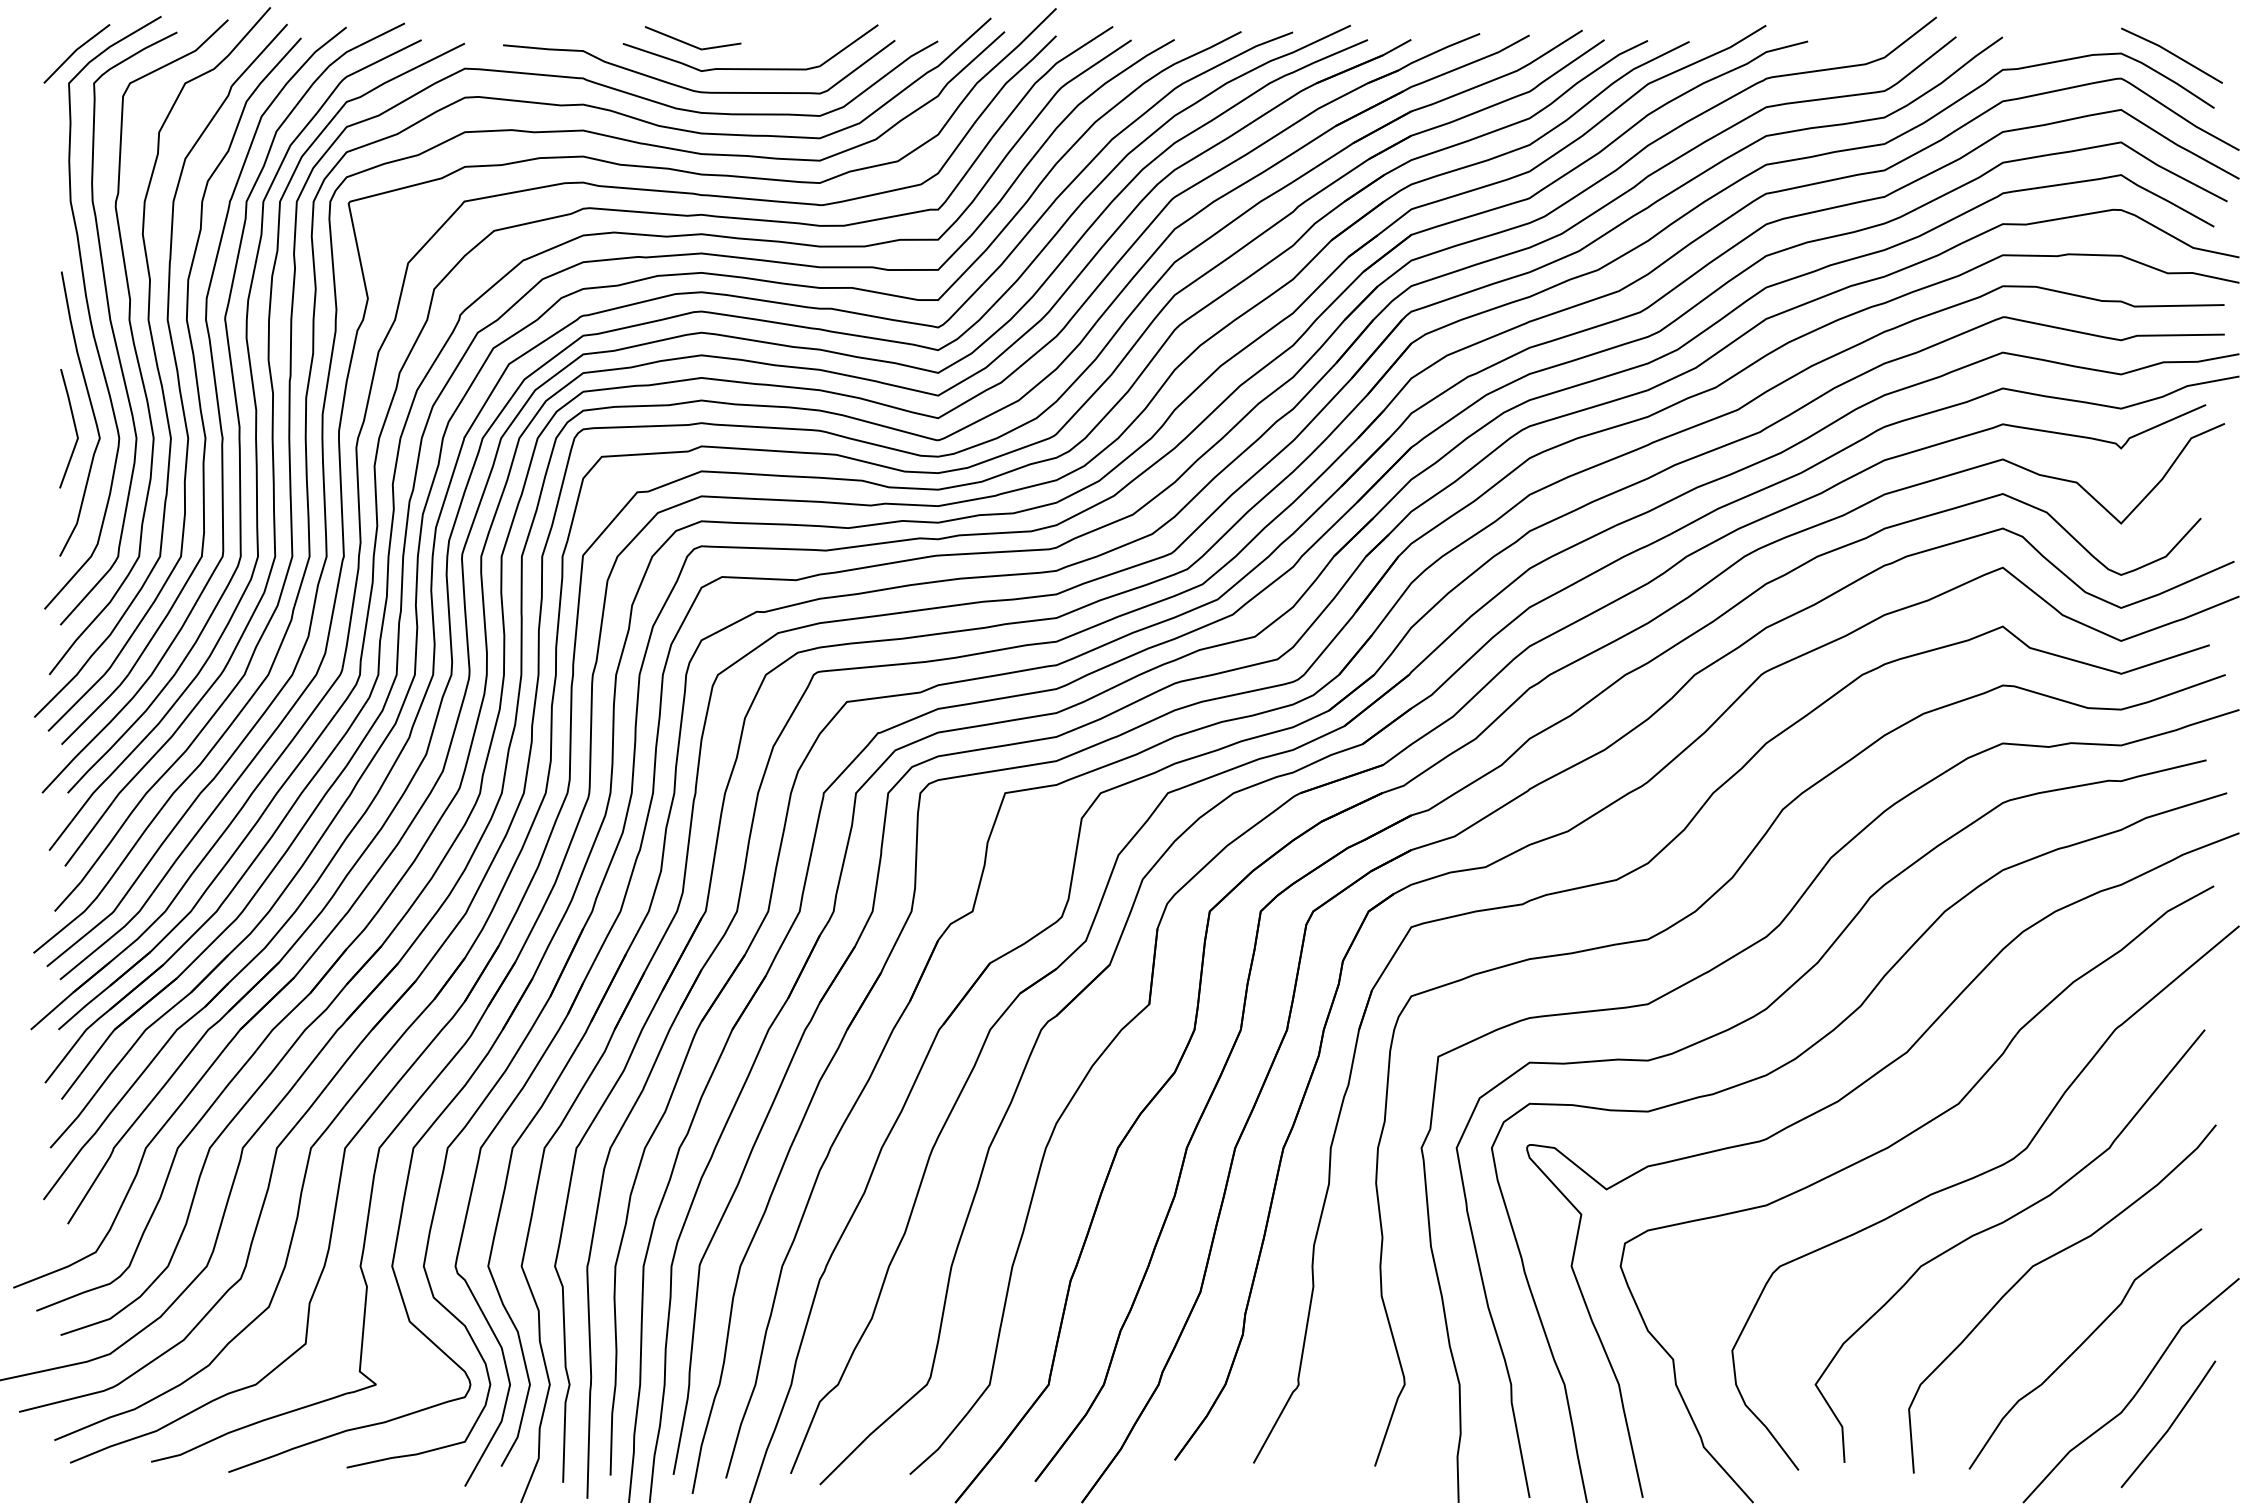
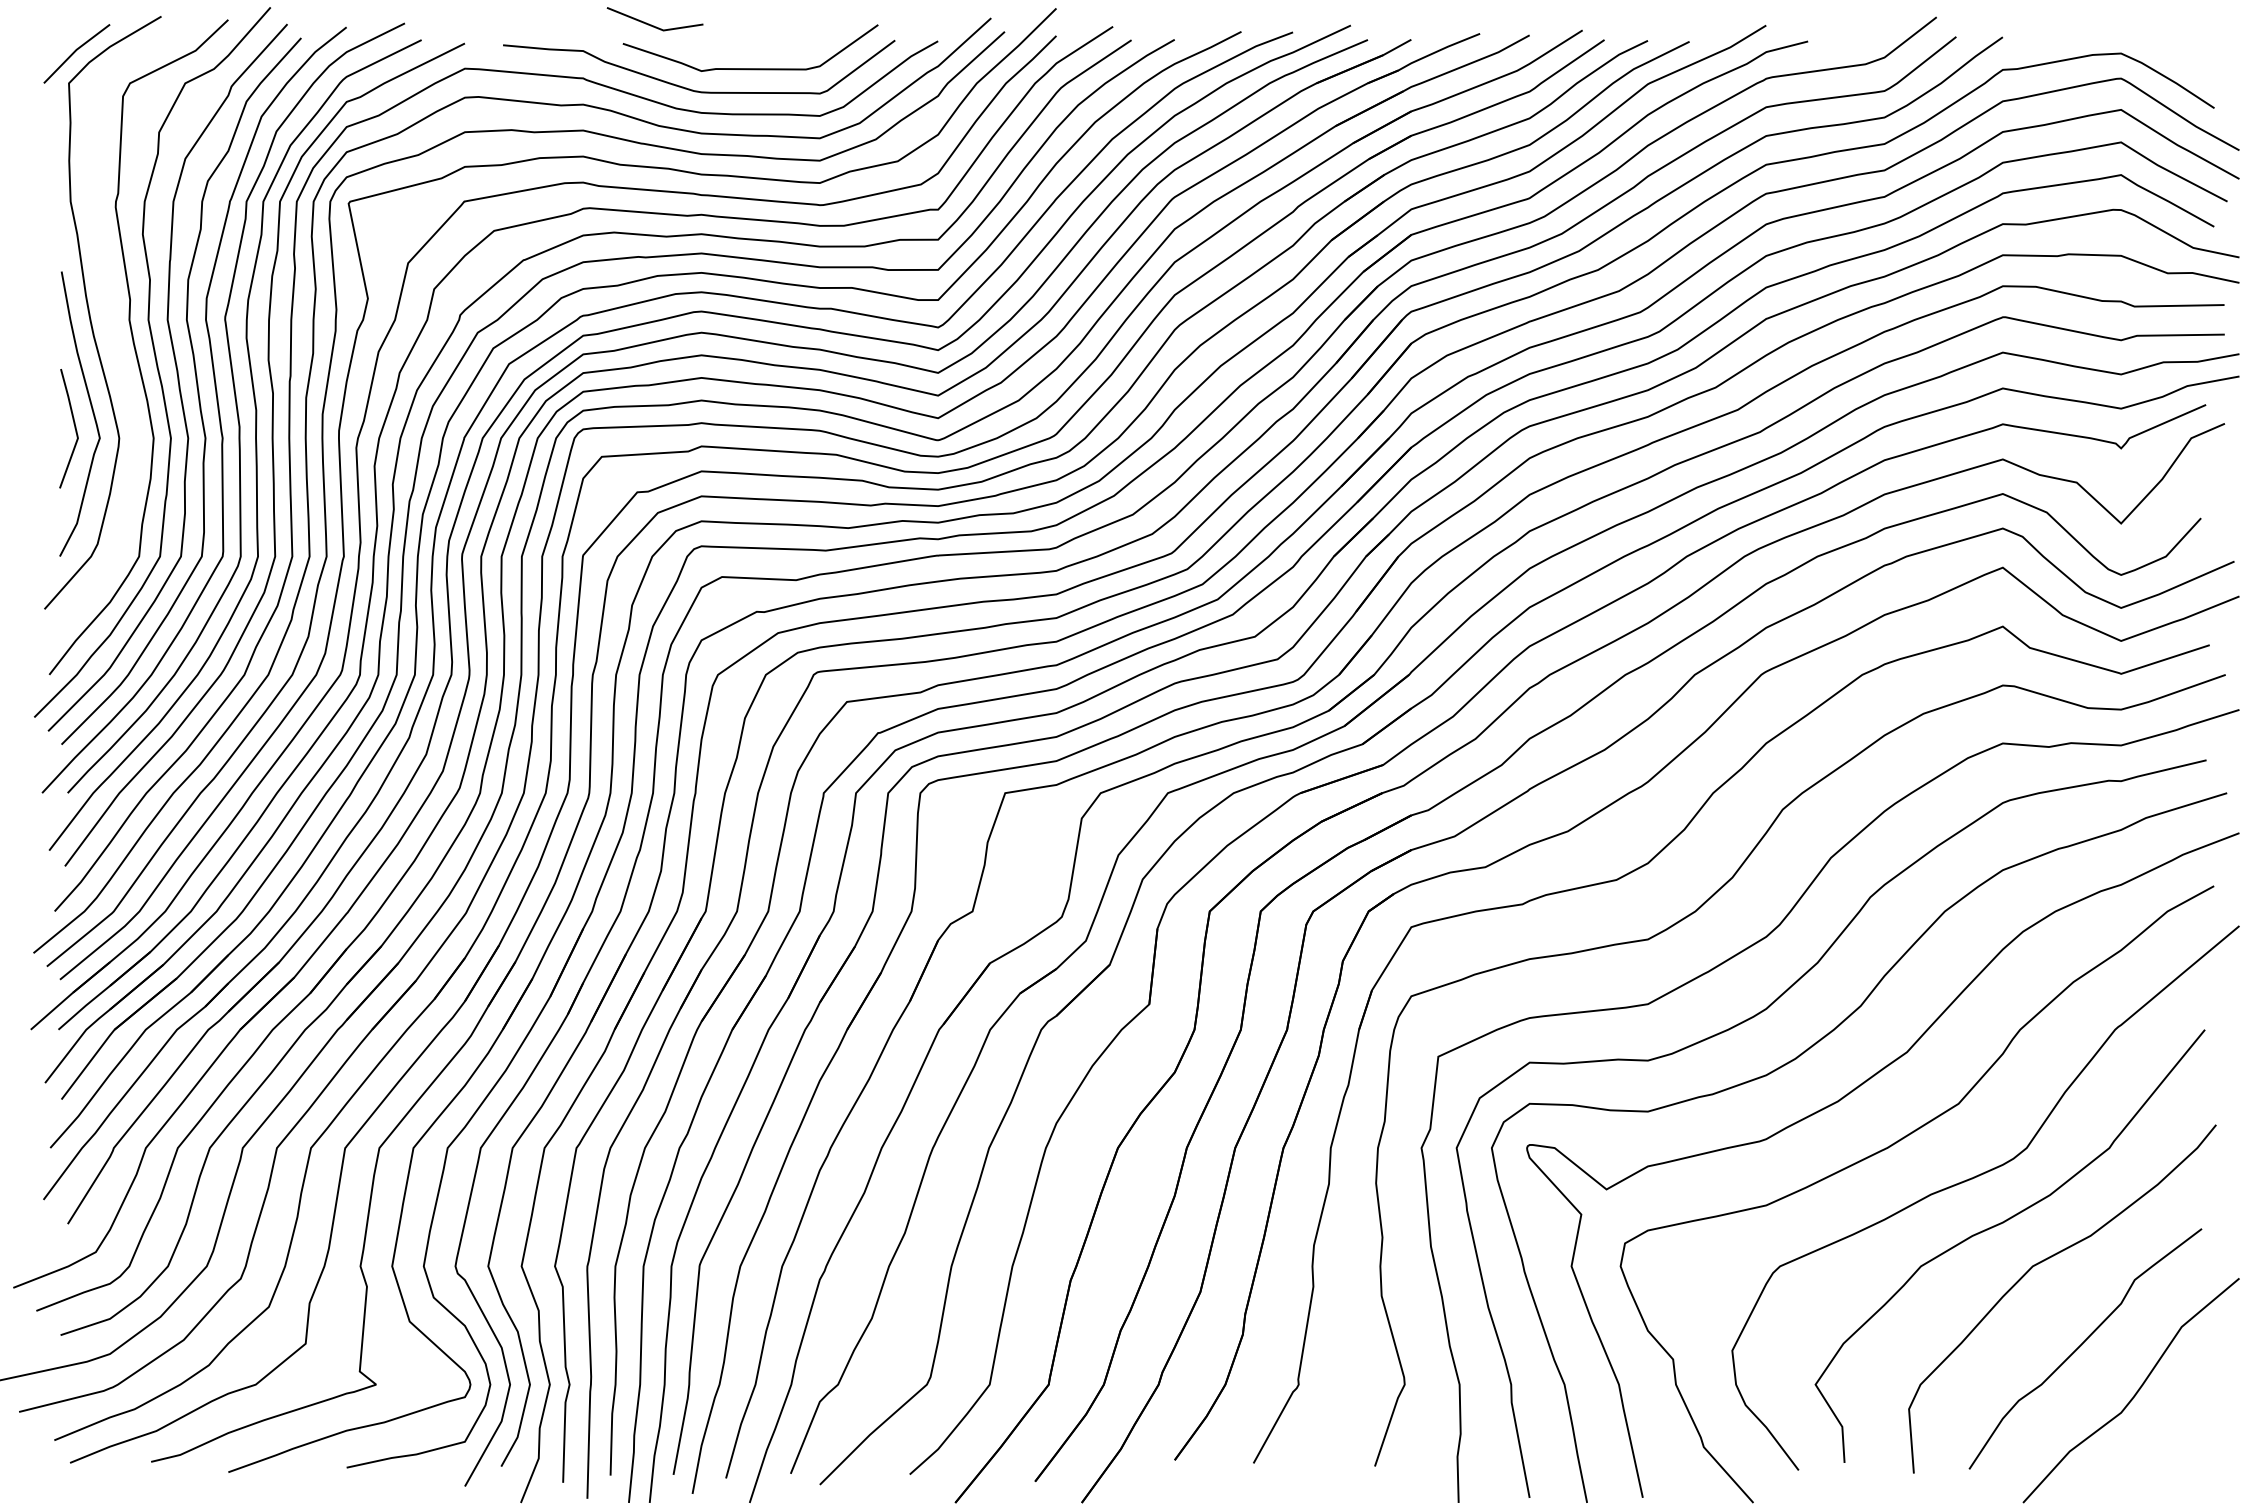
line at (689, 43) position: (689, 43) -> (651, 24)
line at (2171, 54): present -> none
curve at (113, 328): present -> none
line at (2170, 1424): present -> none
